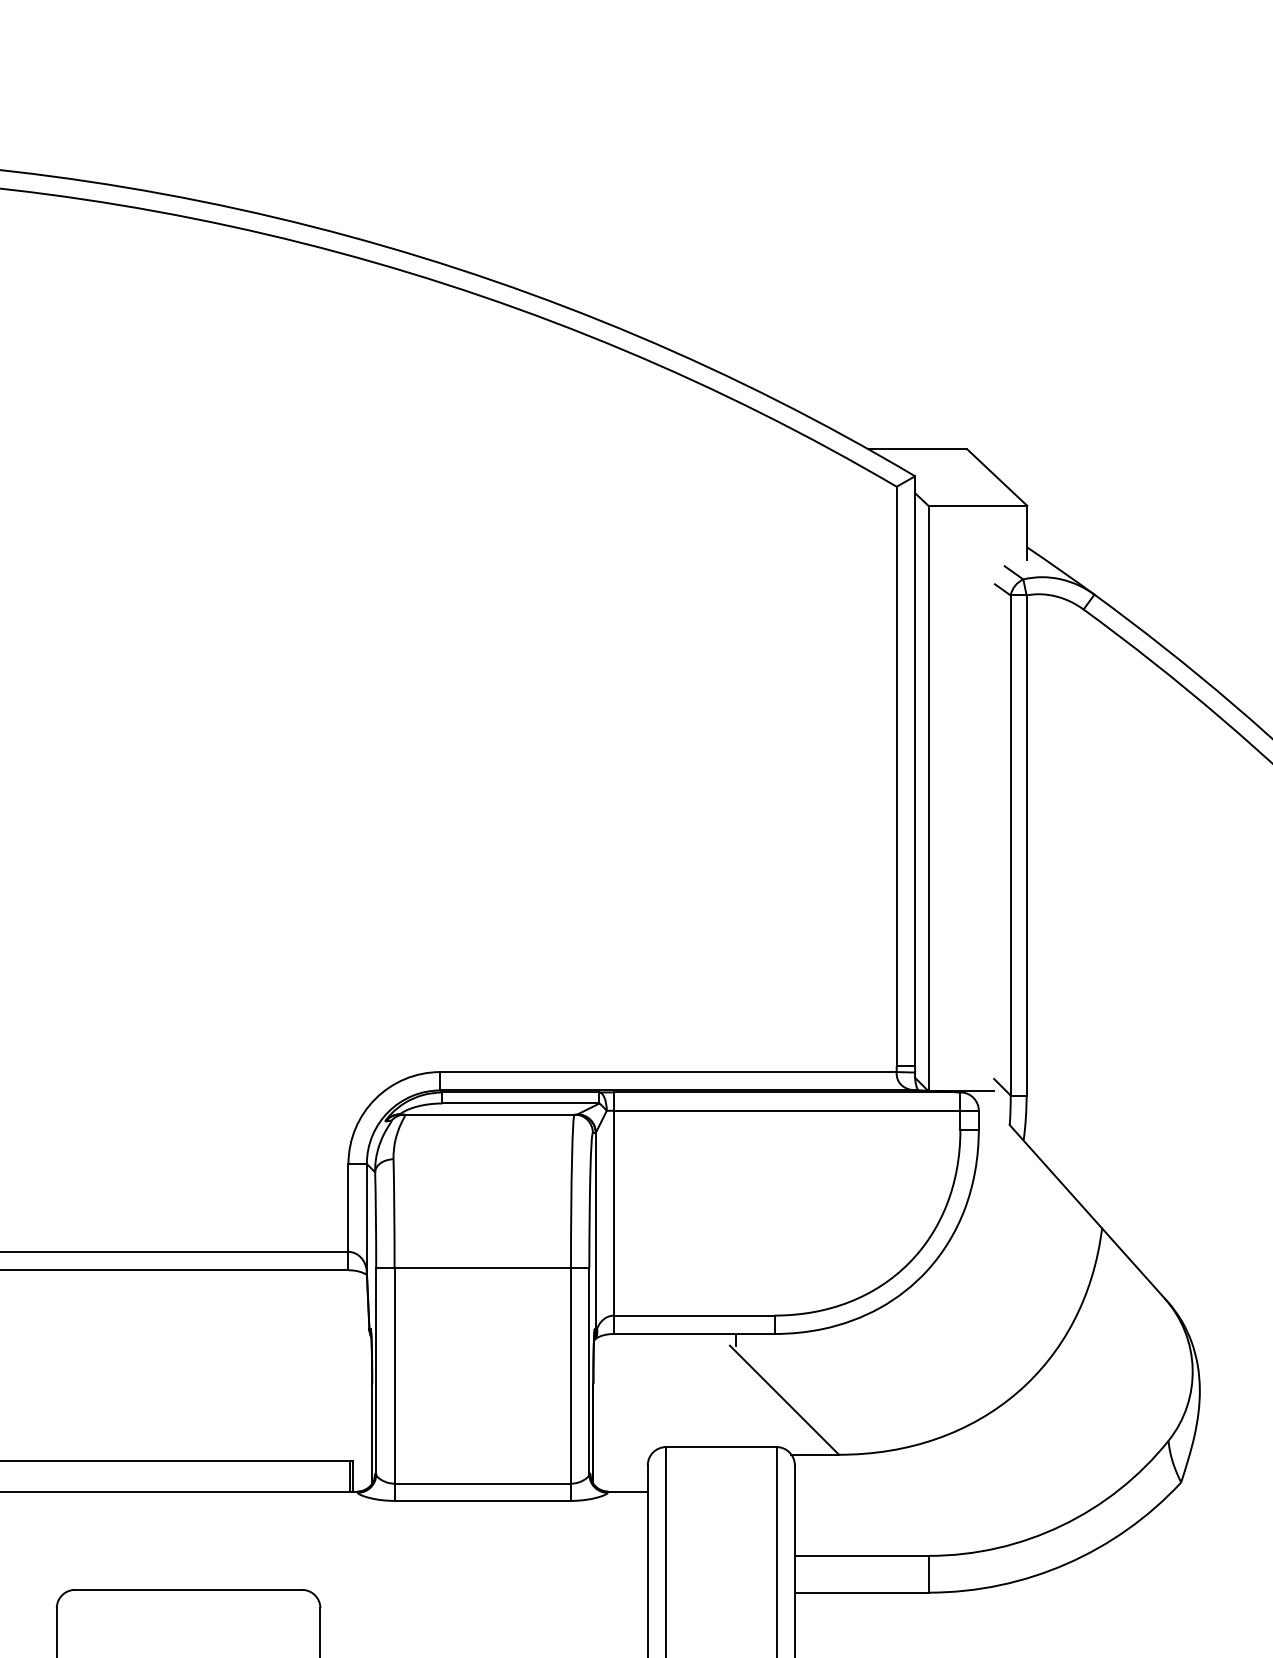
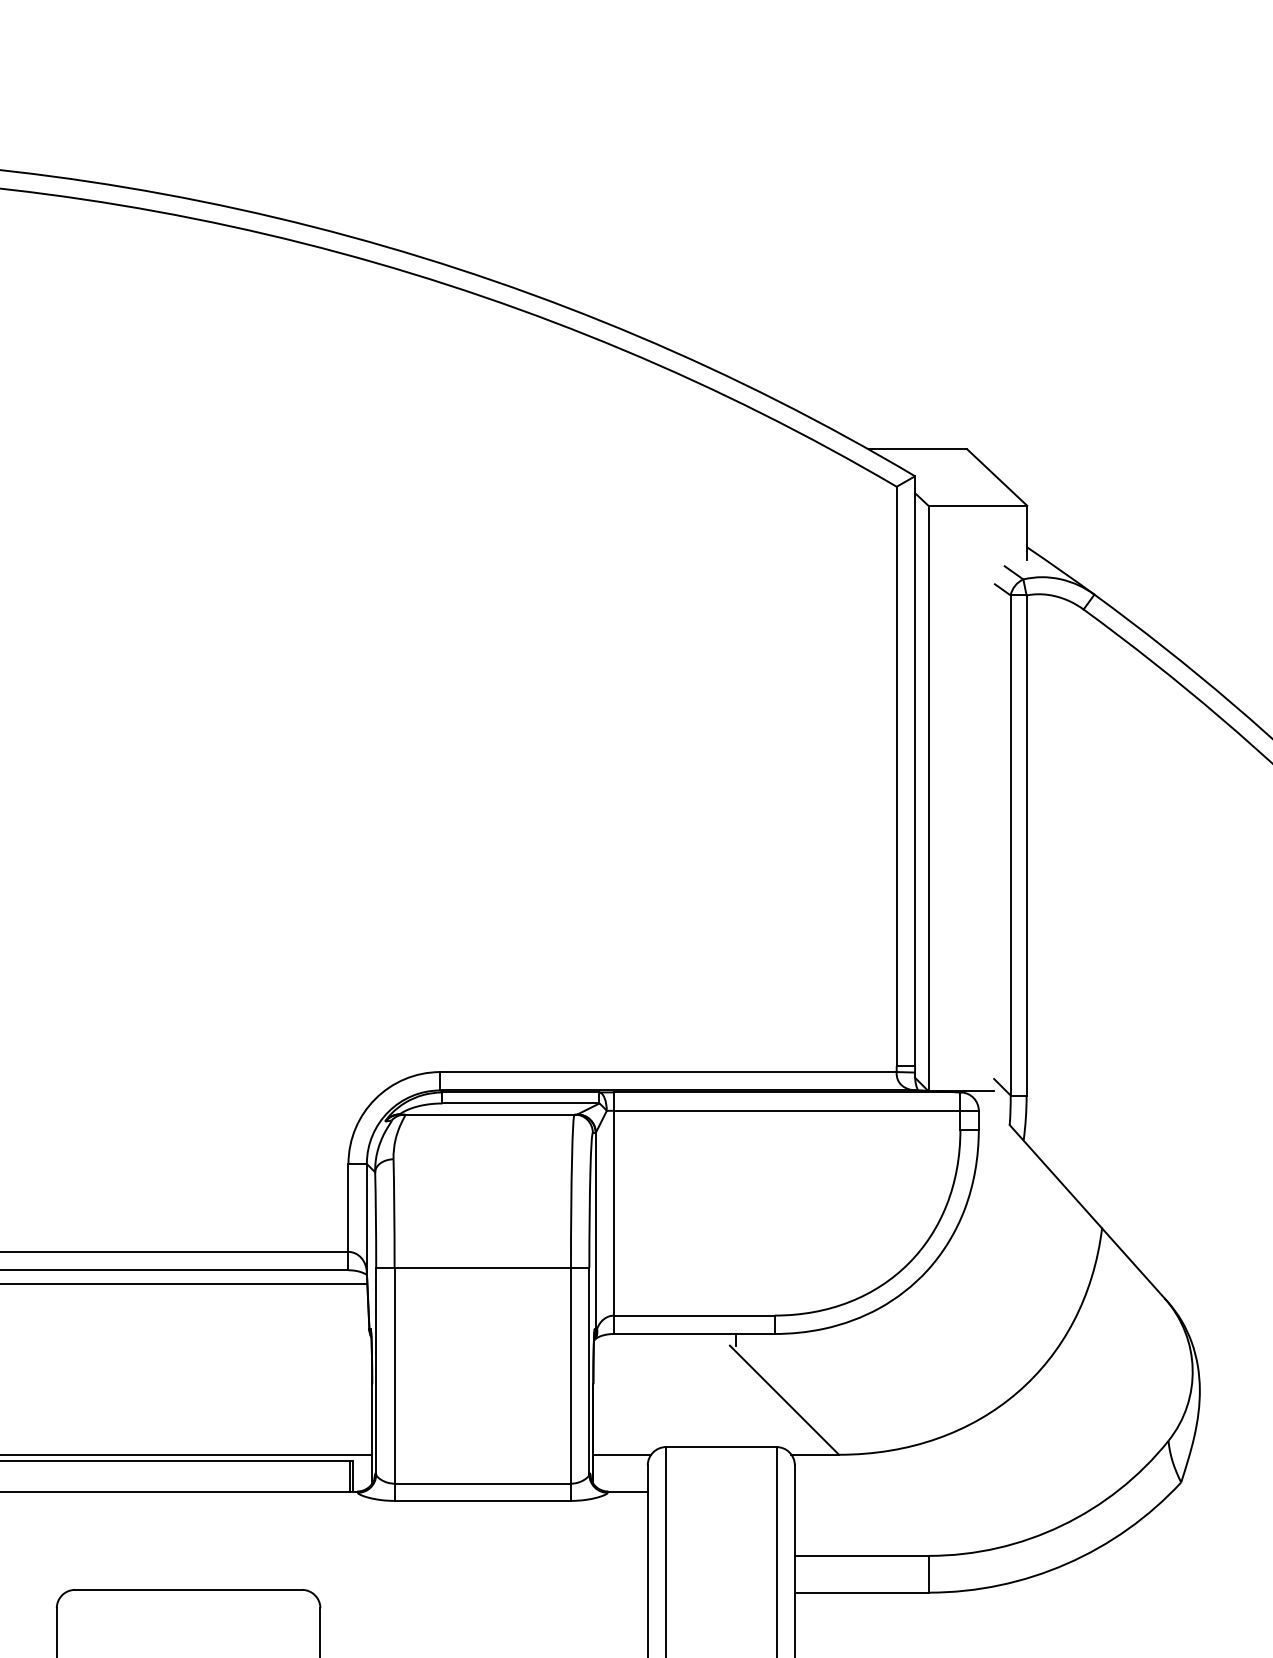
line at (184, 1283): none -> present
line at (187, 1454): none -> present
line at (622, 1454): none -> present
